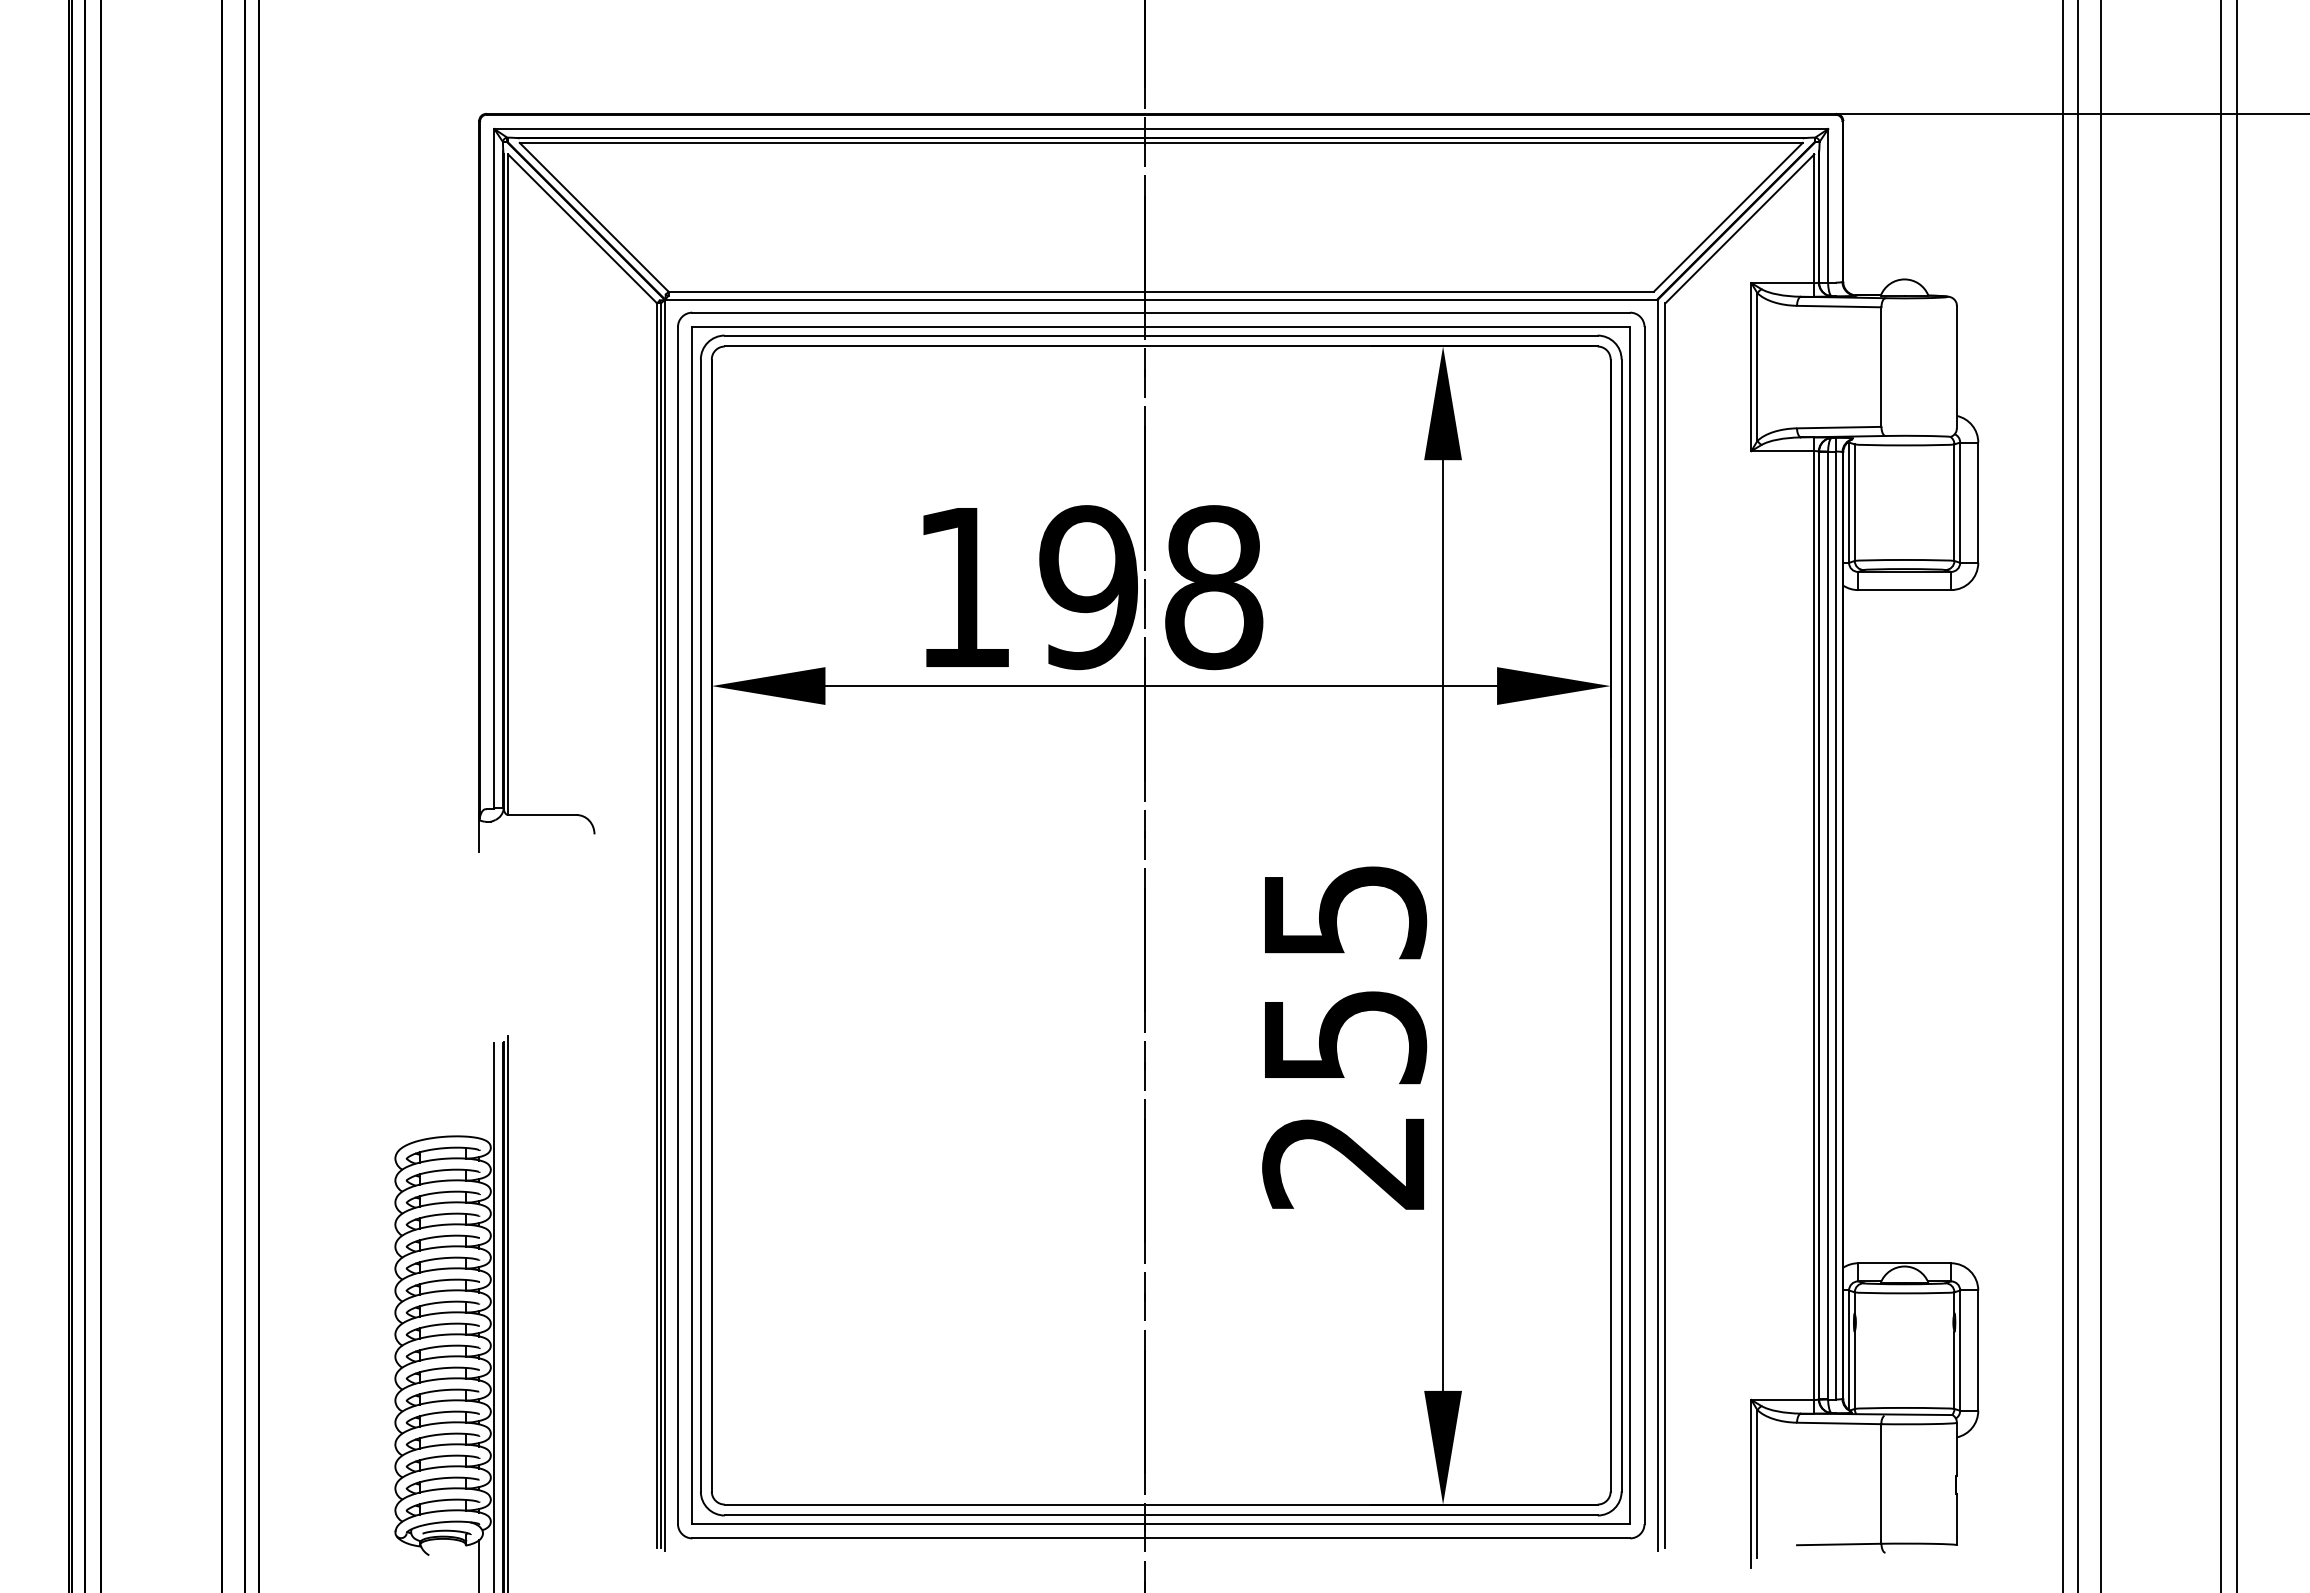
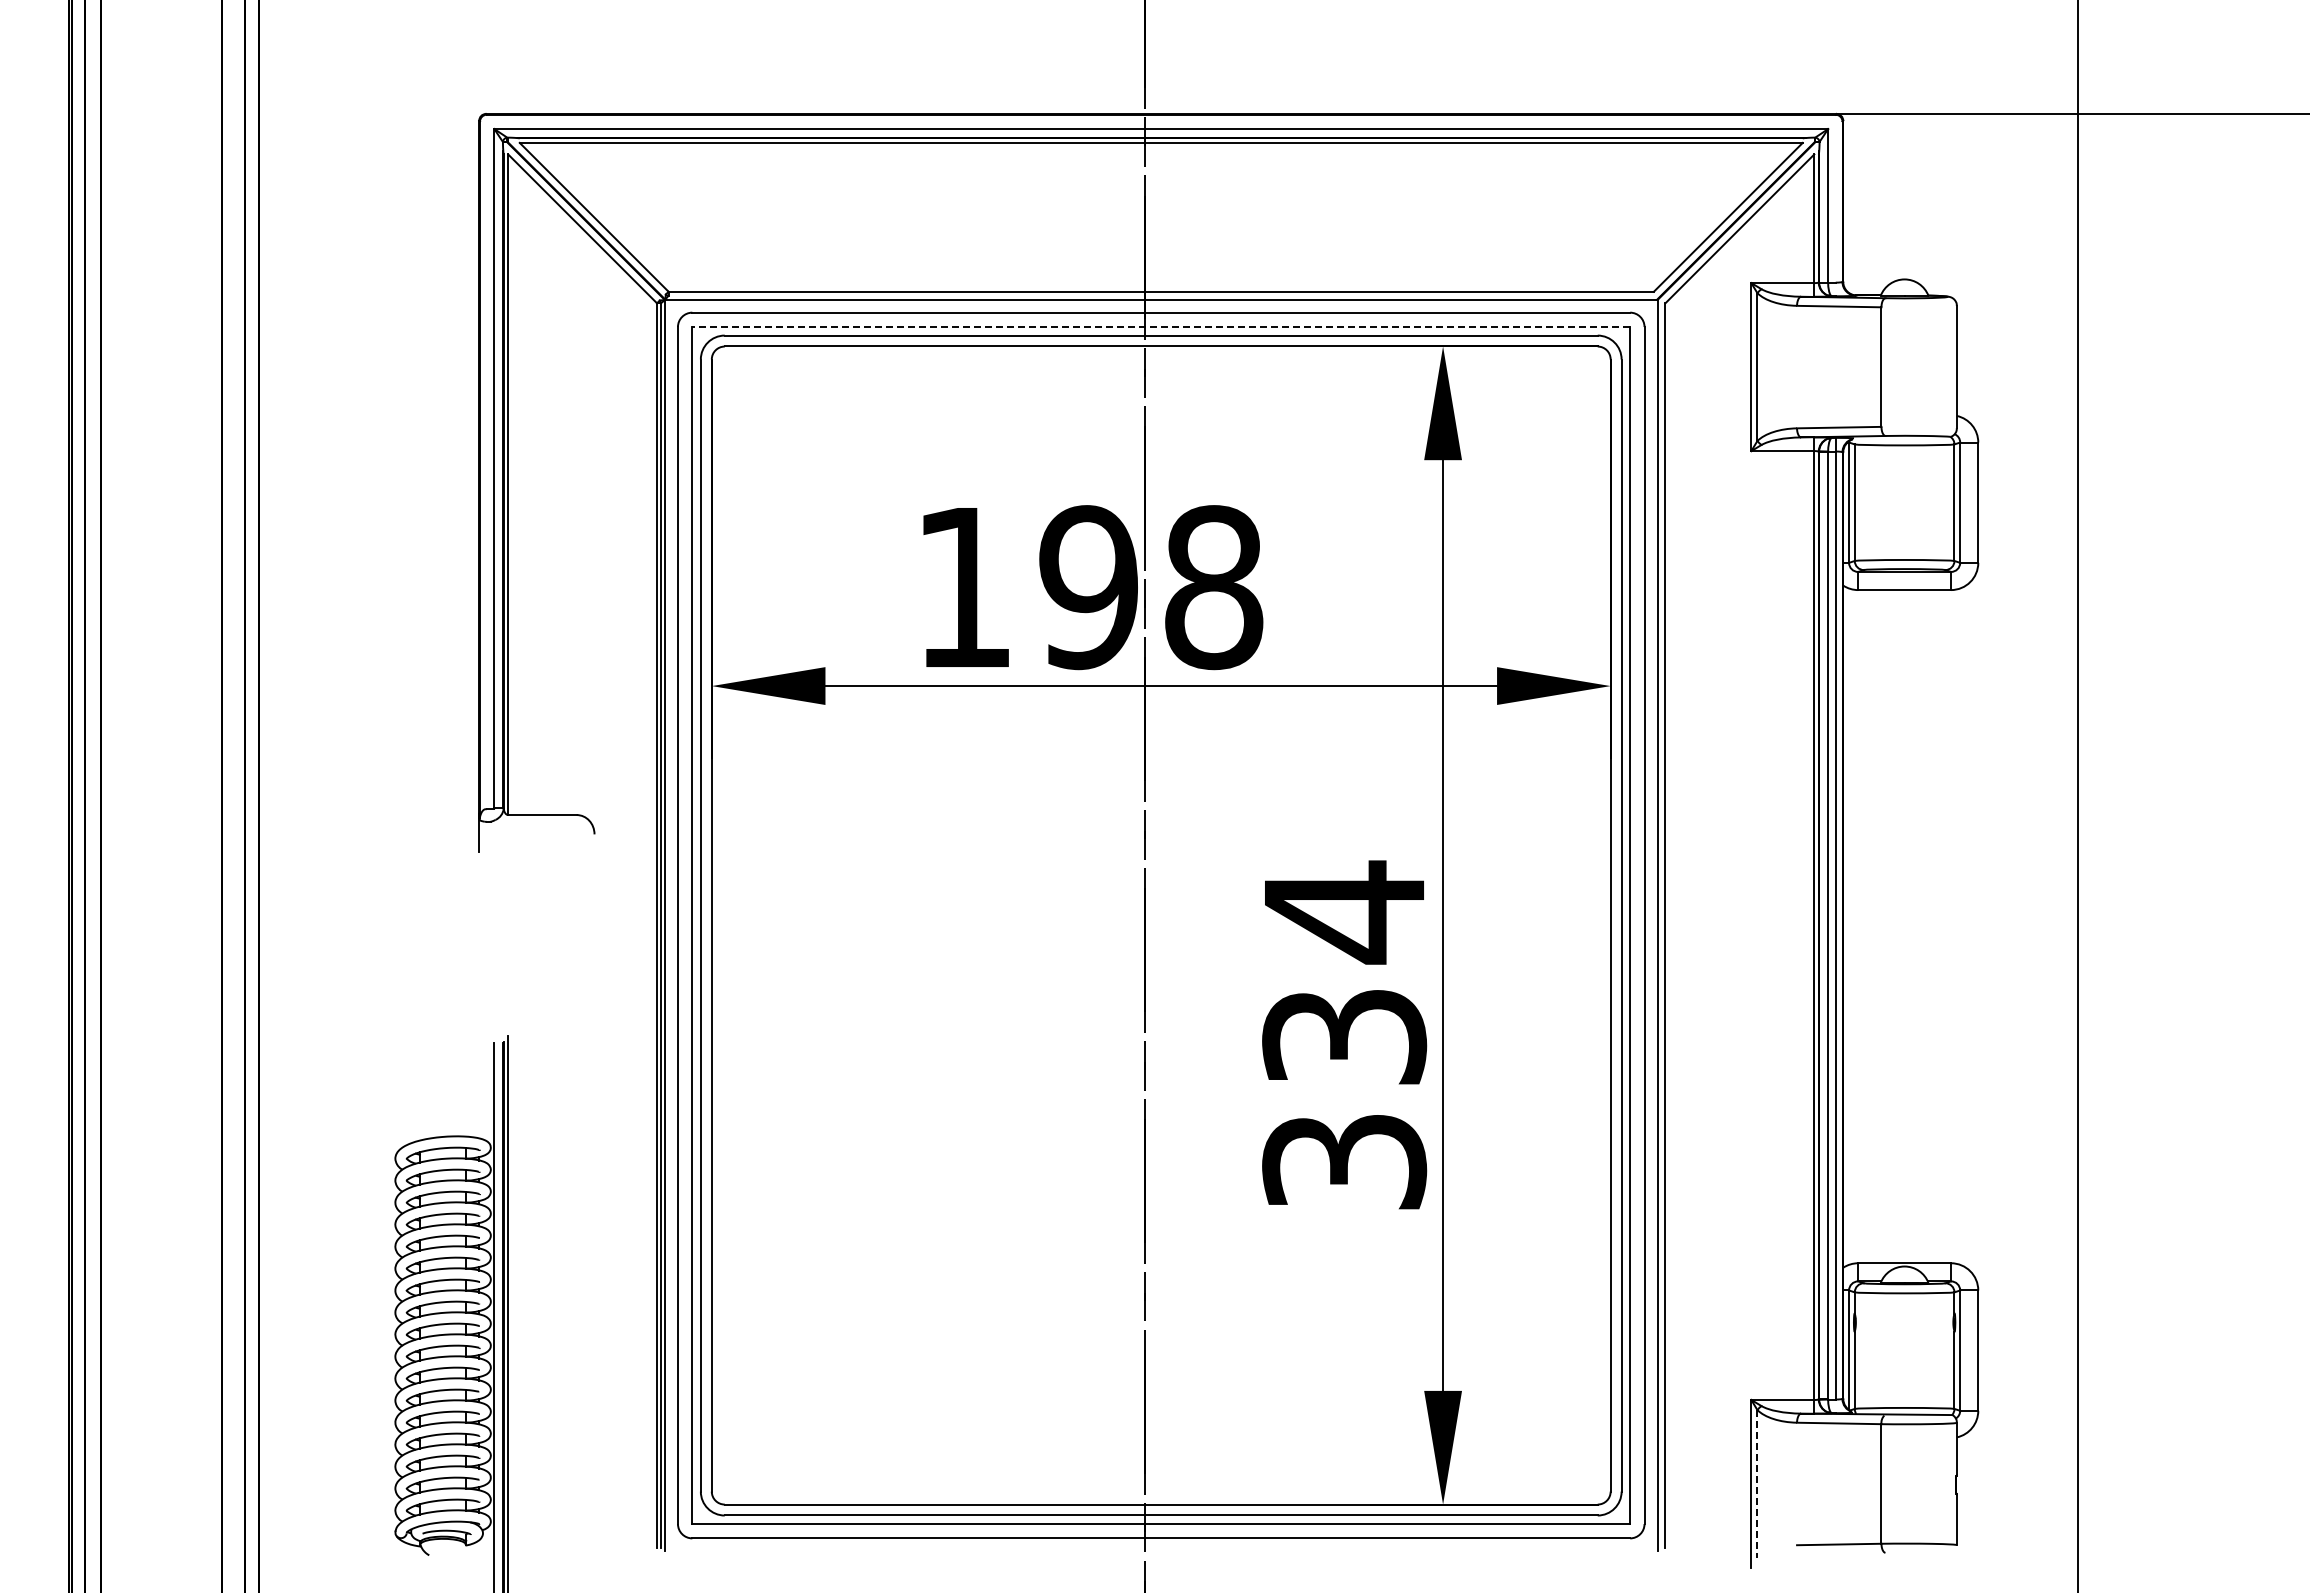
line at (1161, 327): solid -> dashed
line at (2063, 795): present -> none
line at (2100, 795): present -> none
line at (2221, 795): present -> none
line at (2237, 795): present -> none
text at (1344, 1034): 255 -> 334
line at (1757, 1483): solid -> dashed
line at (479, 1564): present -> none
